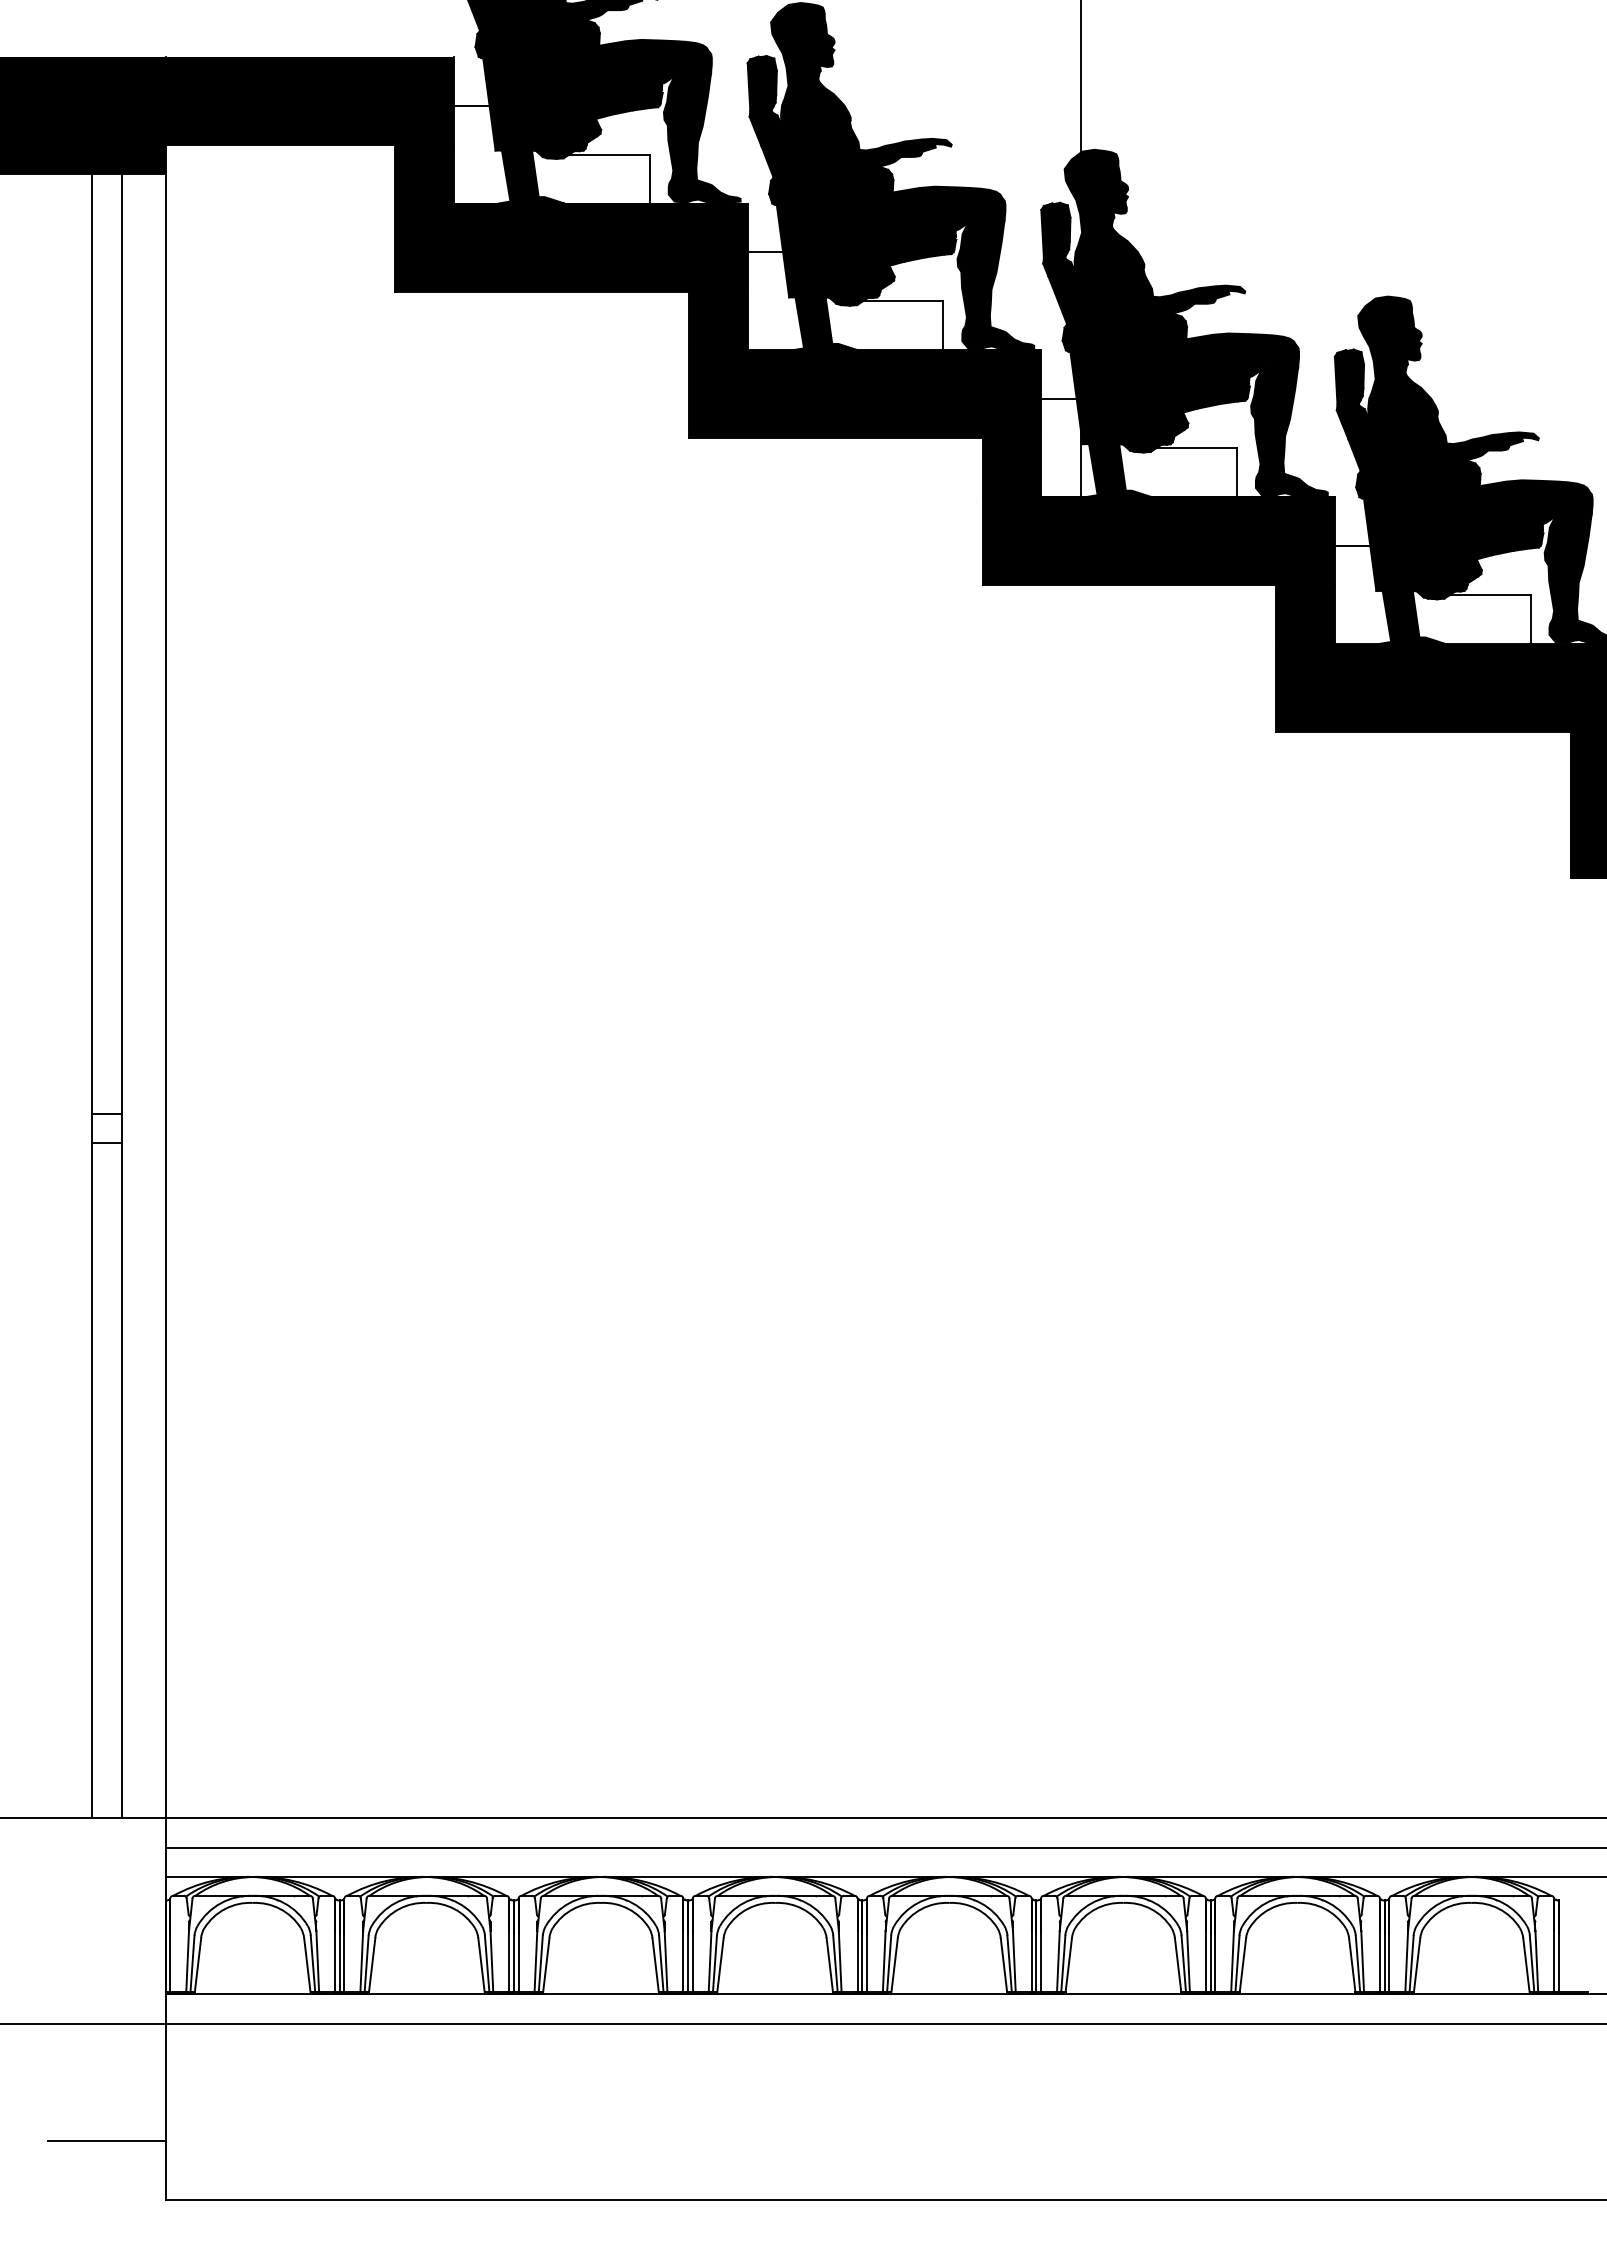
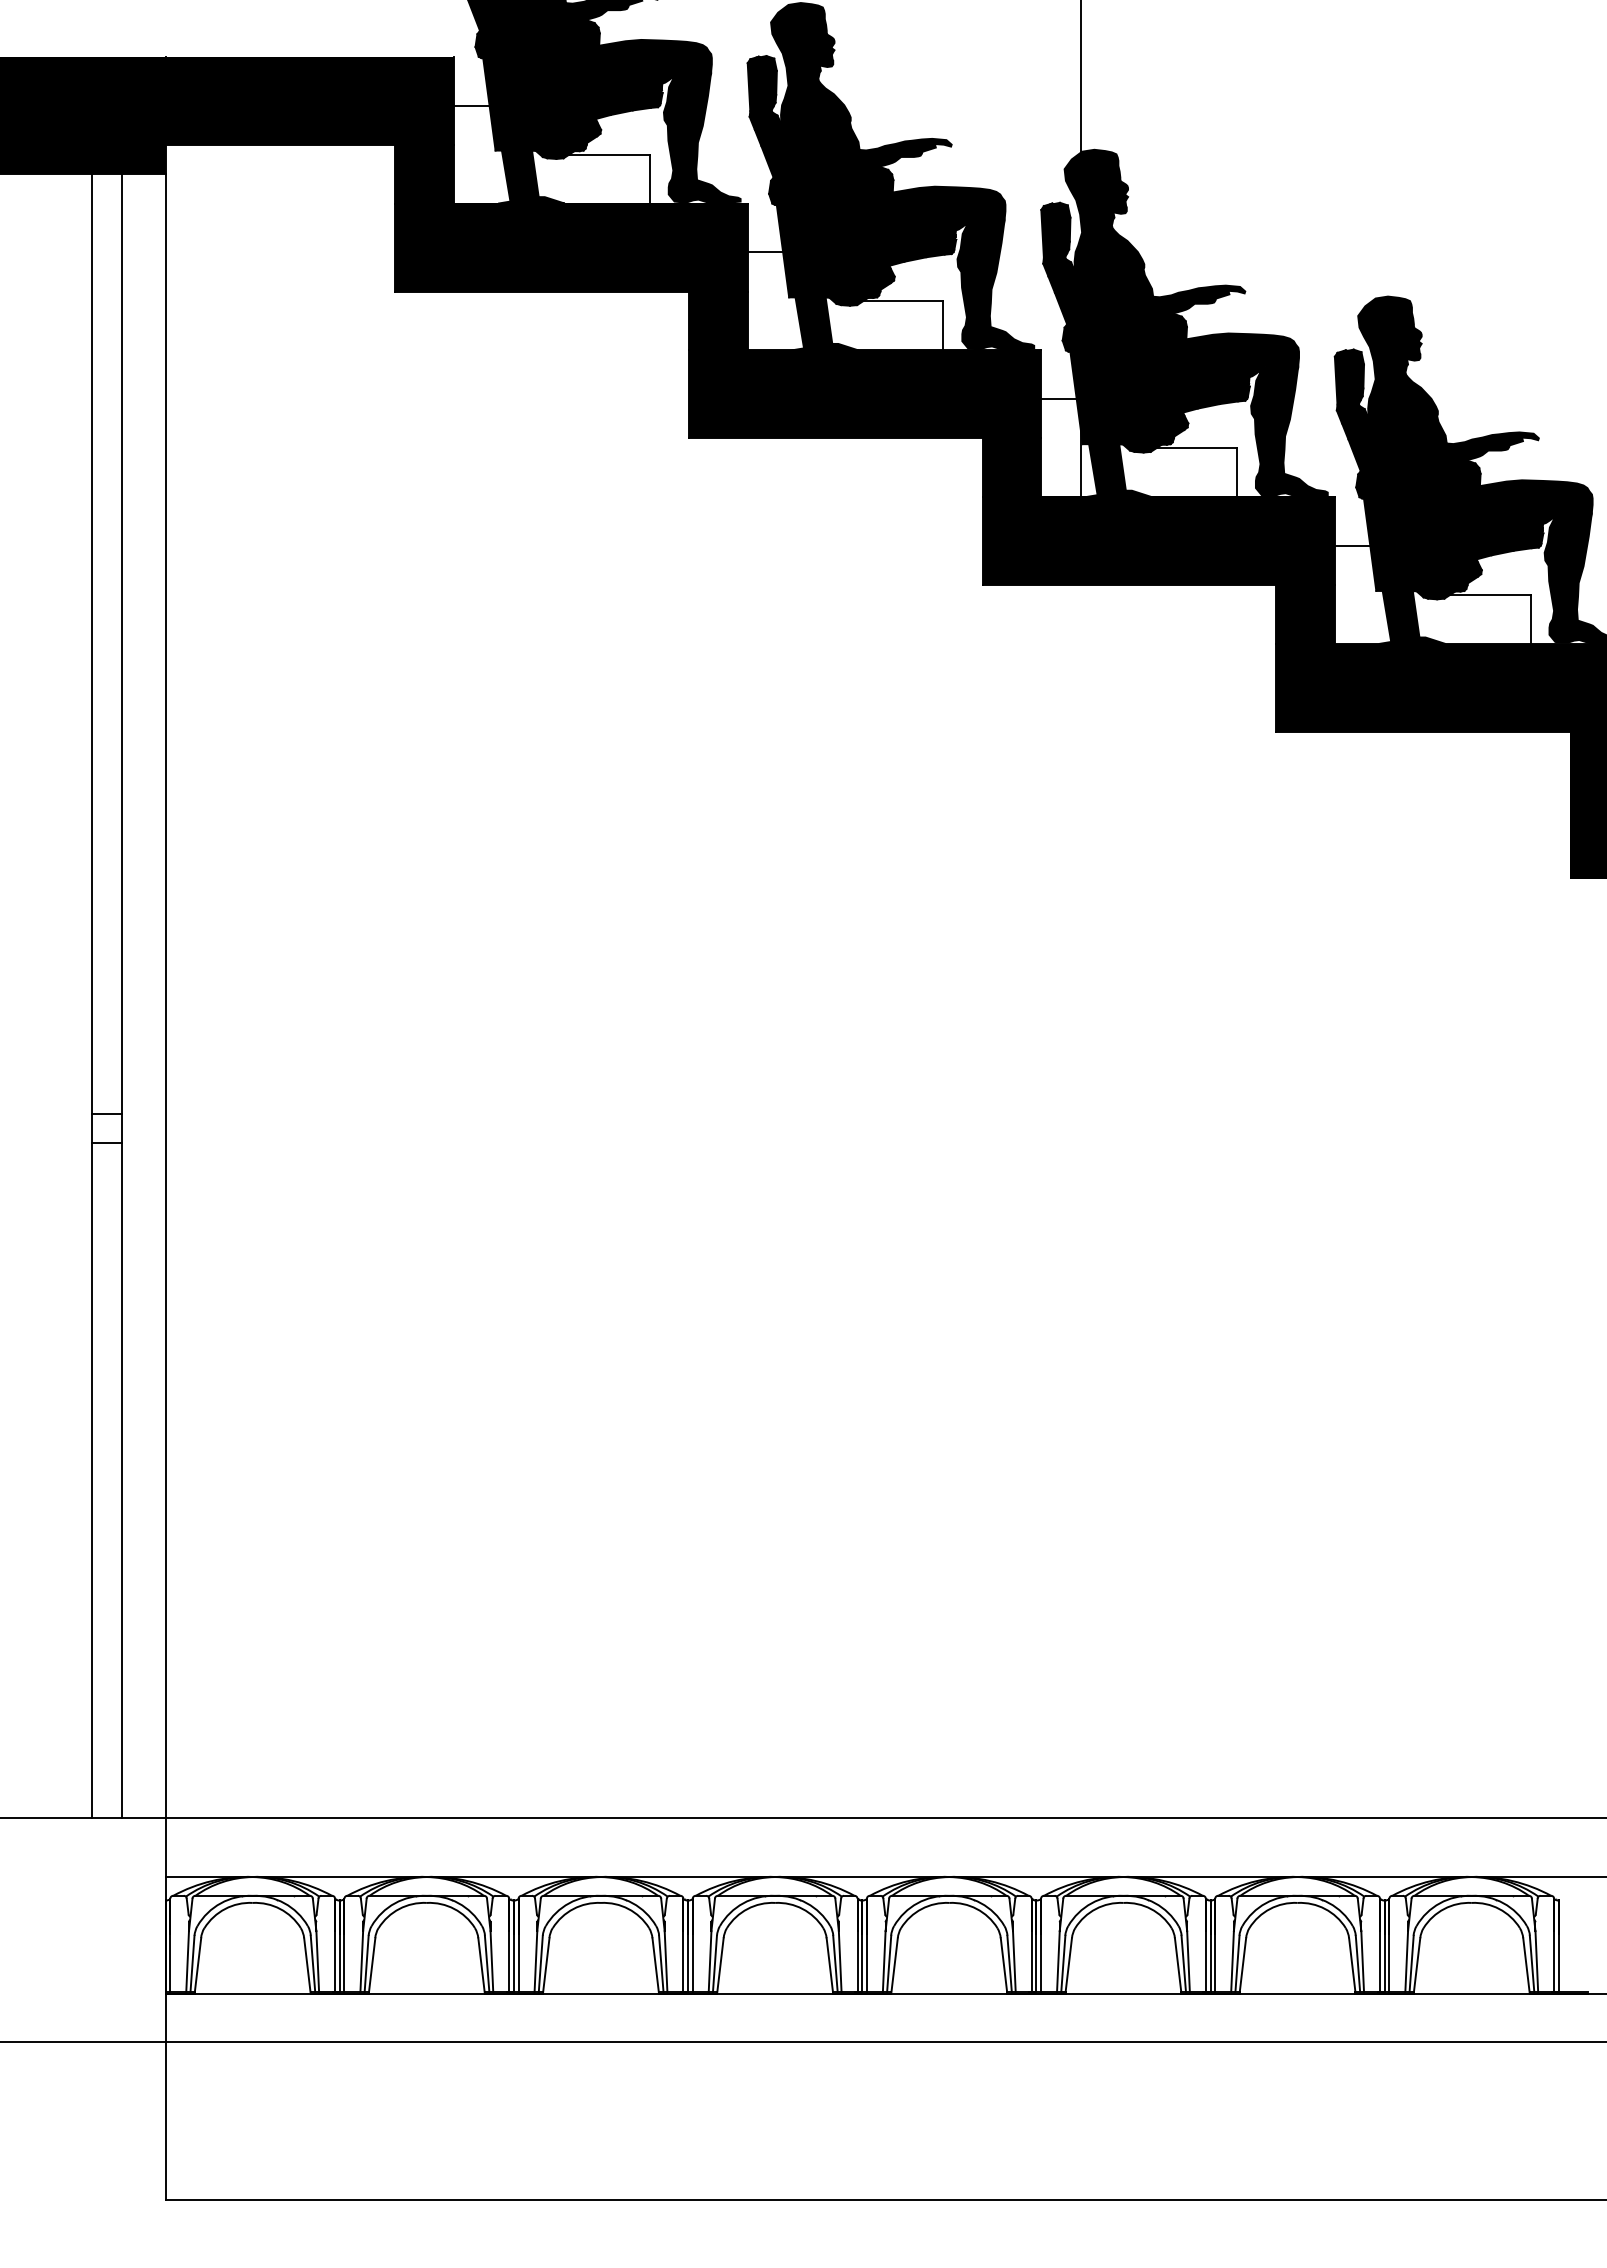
line at (884, 1847): present -> none
line at (802, 2023) position: (802, 2023) -> (802, 2041)
line at (106, 2141): present -> none
